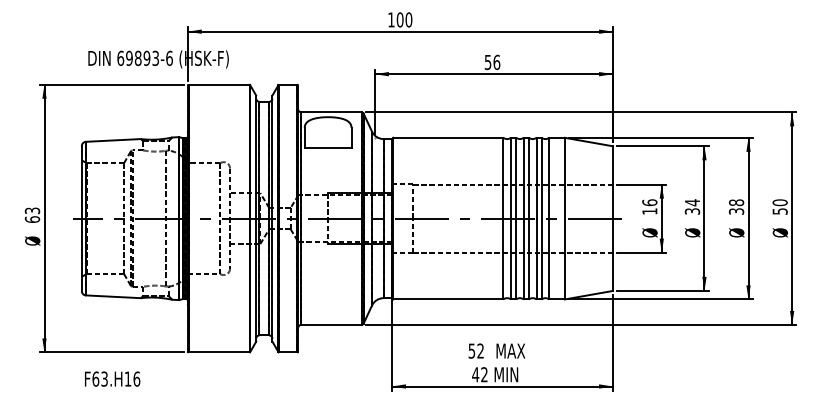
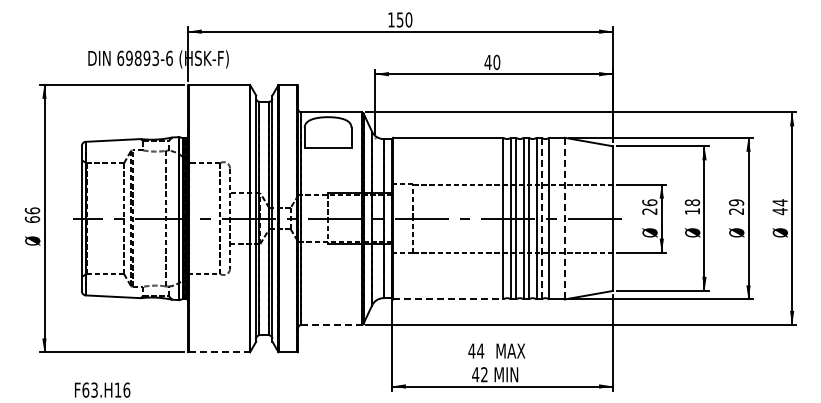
text at (399, 19): 100 -> 150
text at (492, 62): 56 -> 40
text at (692, 206): 34 -> 18
text at (736, 206): 38 -> 29
text at (779, 207): 50 -> 44
text at (32, 210): 63 -> 66
text at (649, 211): 16 -> 26
line at (541, 218): solid -> dashed
line at (564, 218): solid -> dashed
line at (448, 299): solid -> dashed
line at (331, 324): solid -> dashed
text at (476, 350): 52 -> 44
line at (219, 352): solid -> dashed
text at (112, 378) position: (112, 378) -> (102, 389)
